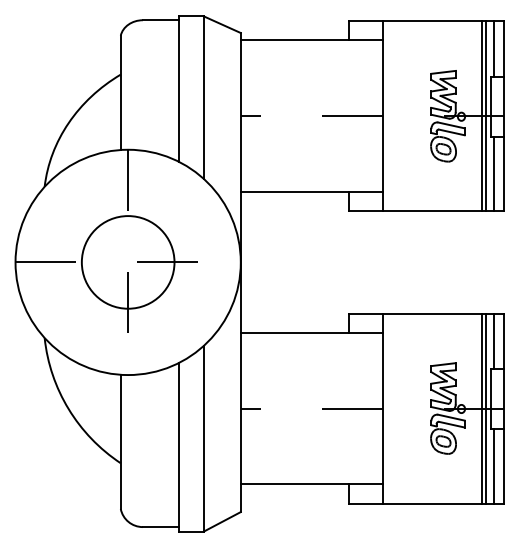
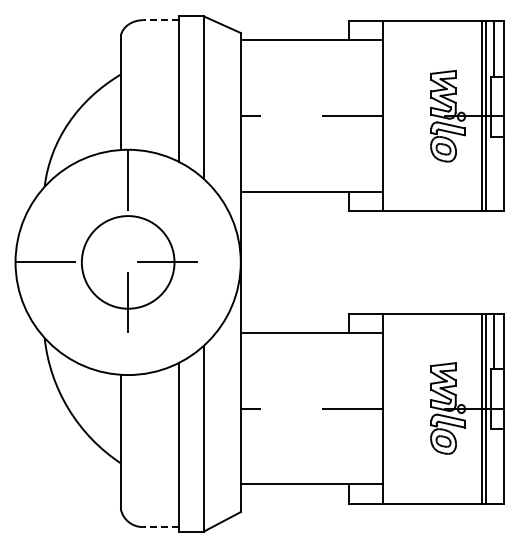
line at (160, 20): solid -> dashed
line at (493, 173): present -> none
line at (493, 465): present -> none
line at (160, 527): solid -> dashed
